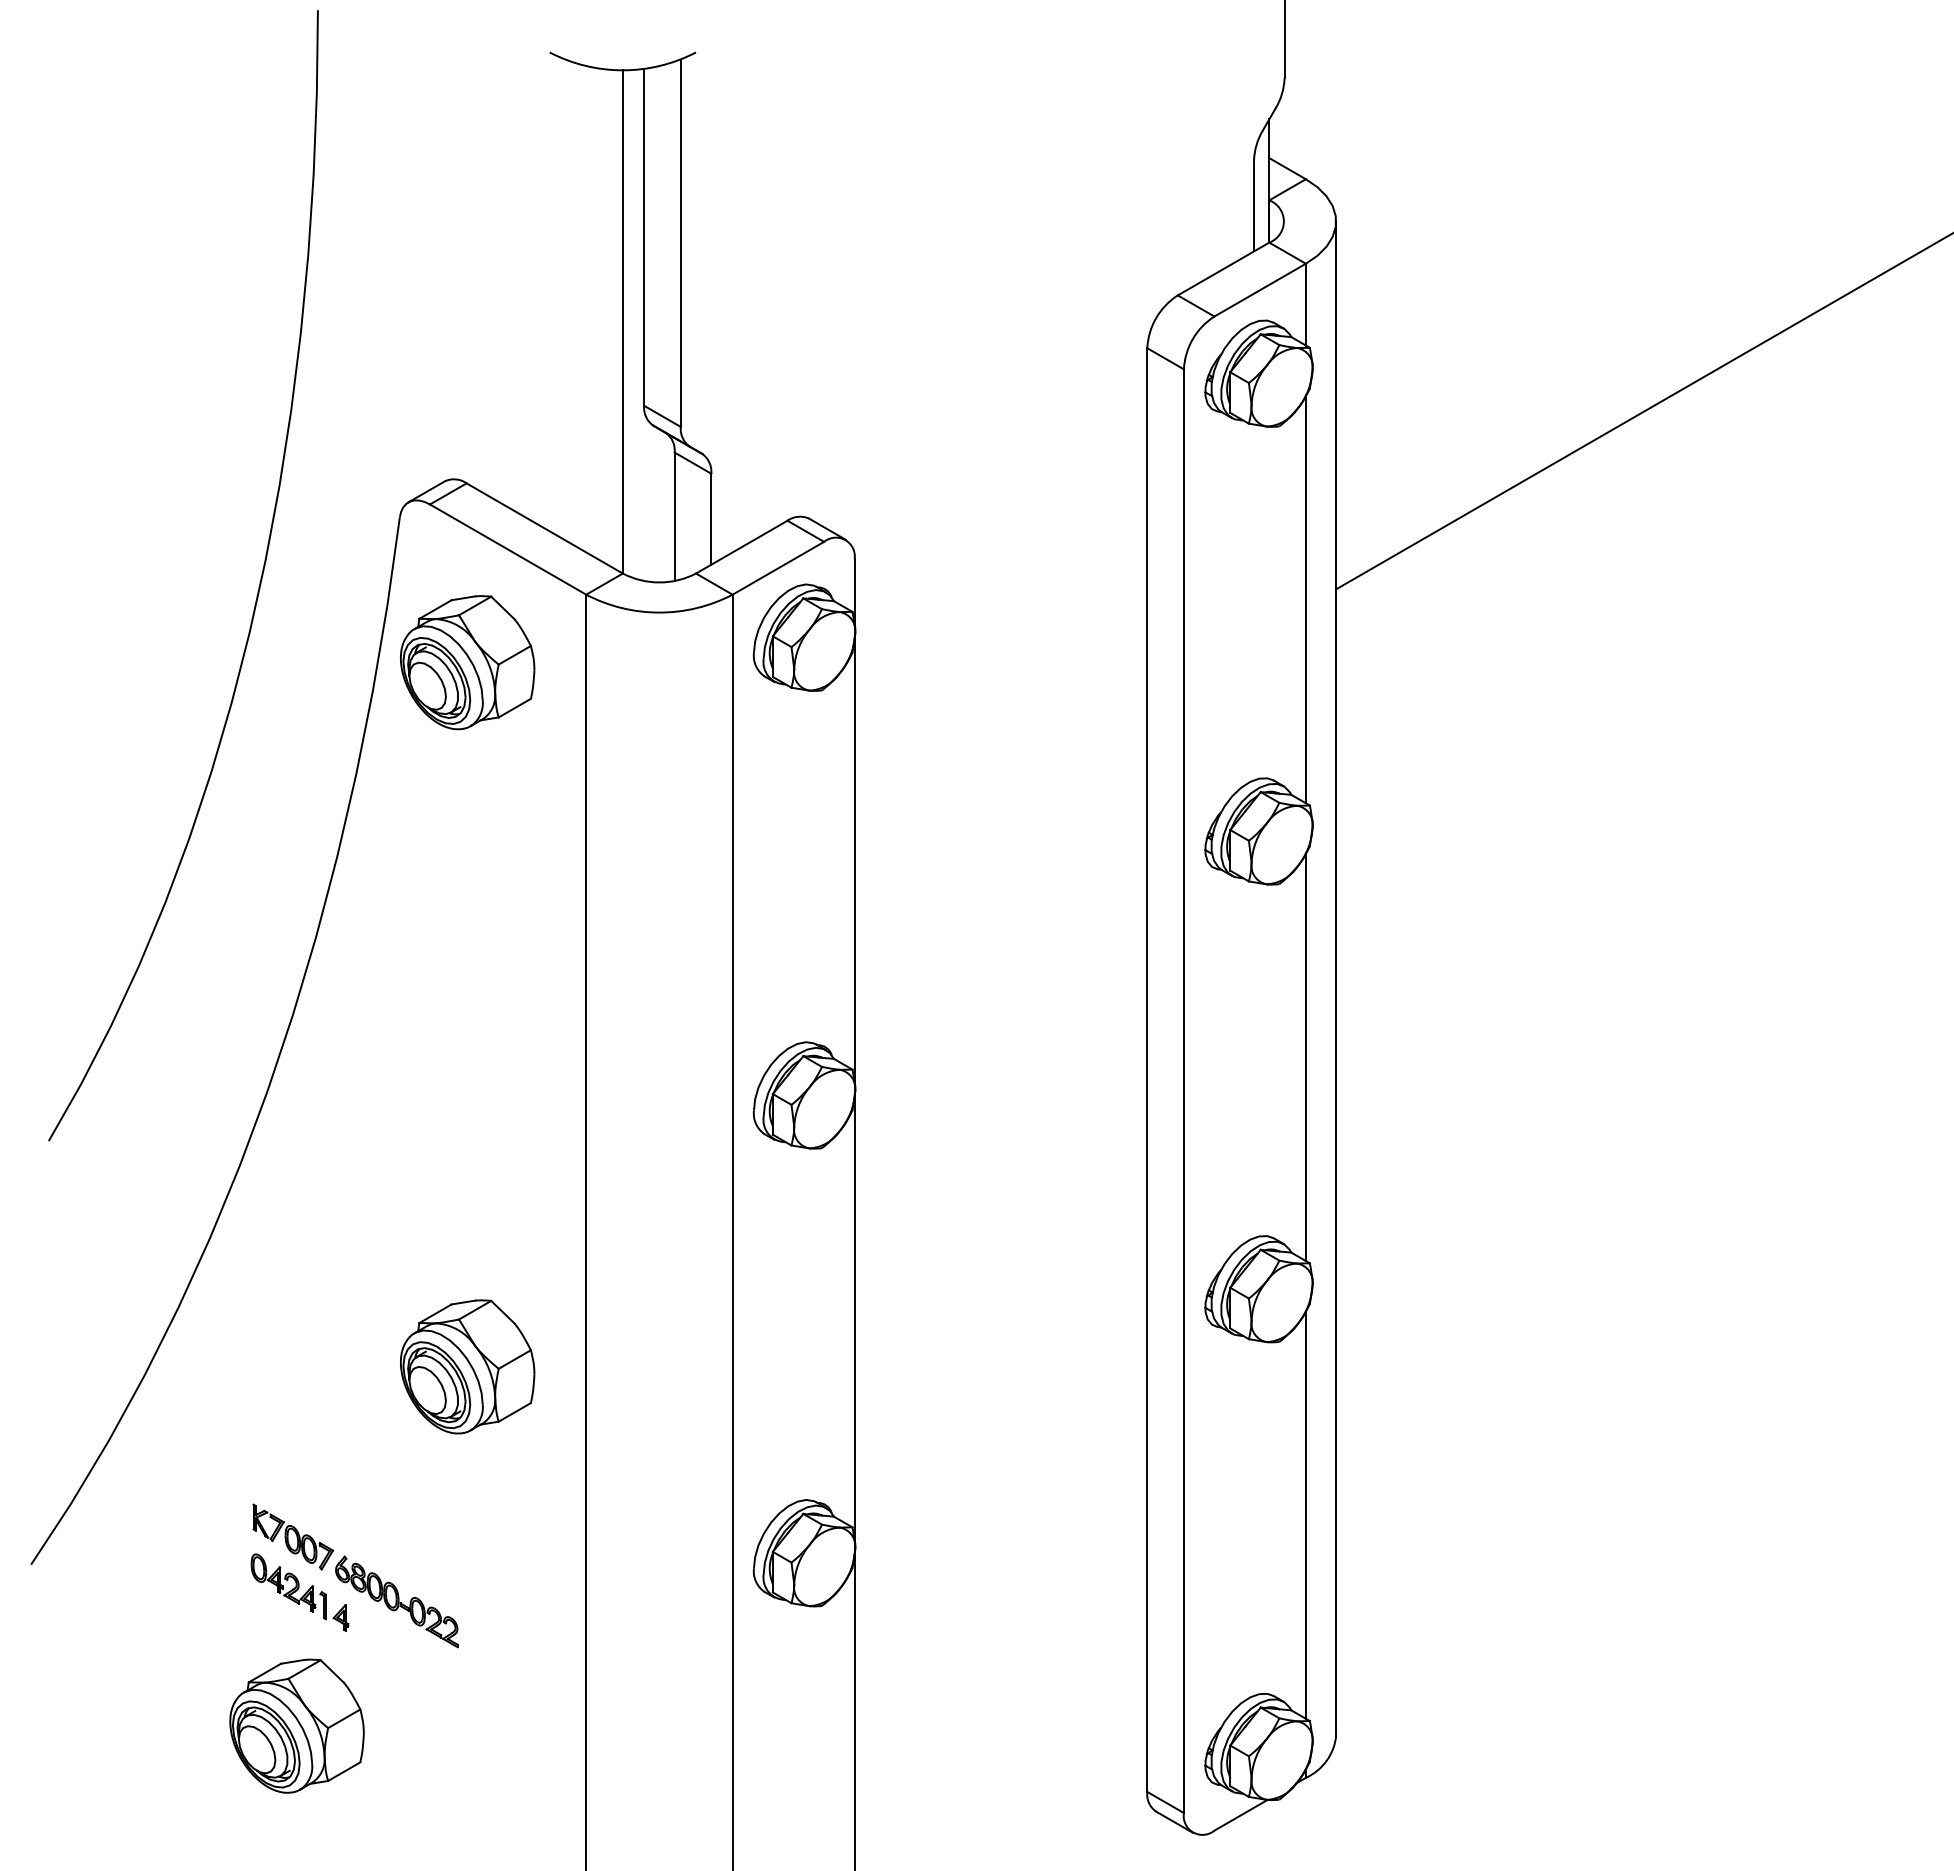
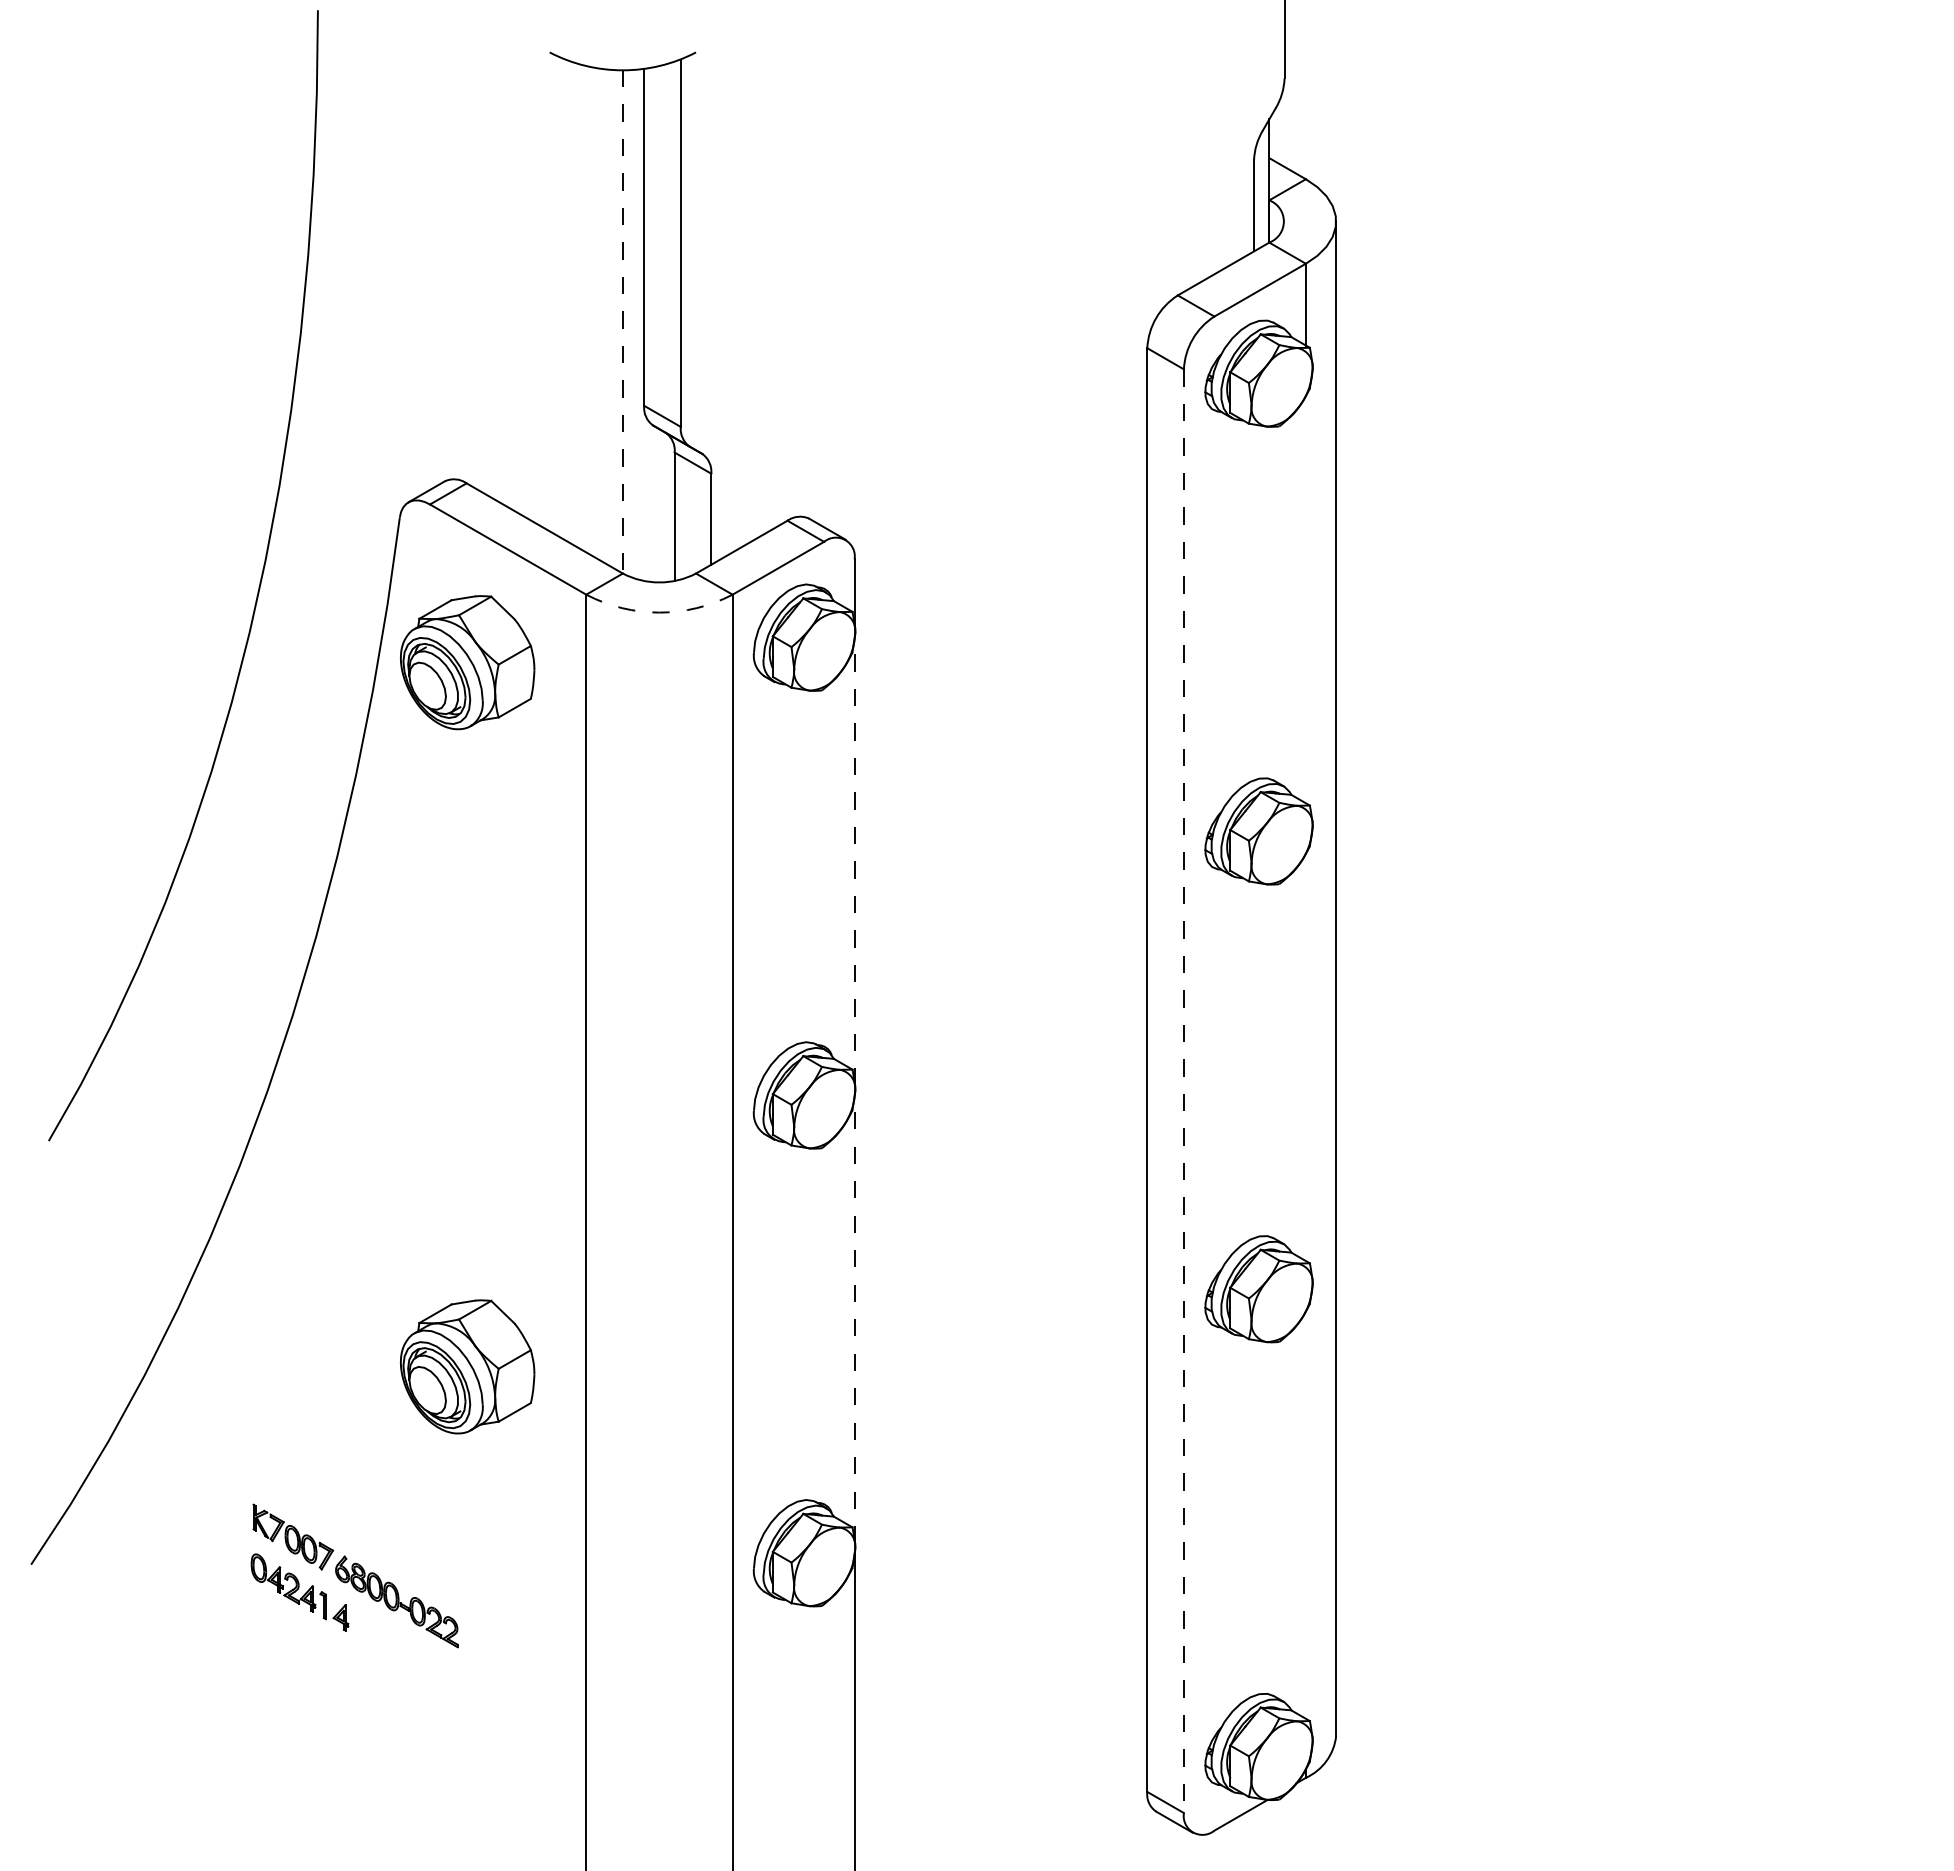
line at (622, 321): solid -> dashed
line at (1643, 411): present -> none
line at (1305, 599): present -> none
arc at (659, 612): solid -> dashed
line at (854, 861): solid -> dashed
line at (1305, 1057): present -> none
line at (1183, 1091): solid -> dashed
line at (854, 1319): solid -> dashed
line at (1305, 1514): present -> none
part at (296, 1725): present -> none
